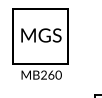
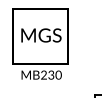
text at (51, 74): MB260 -> MB230
